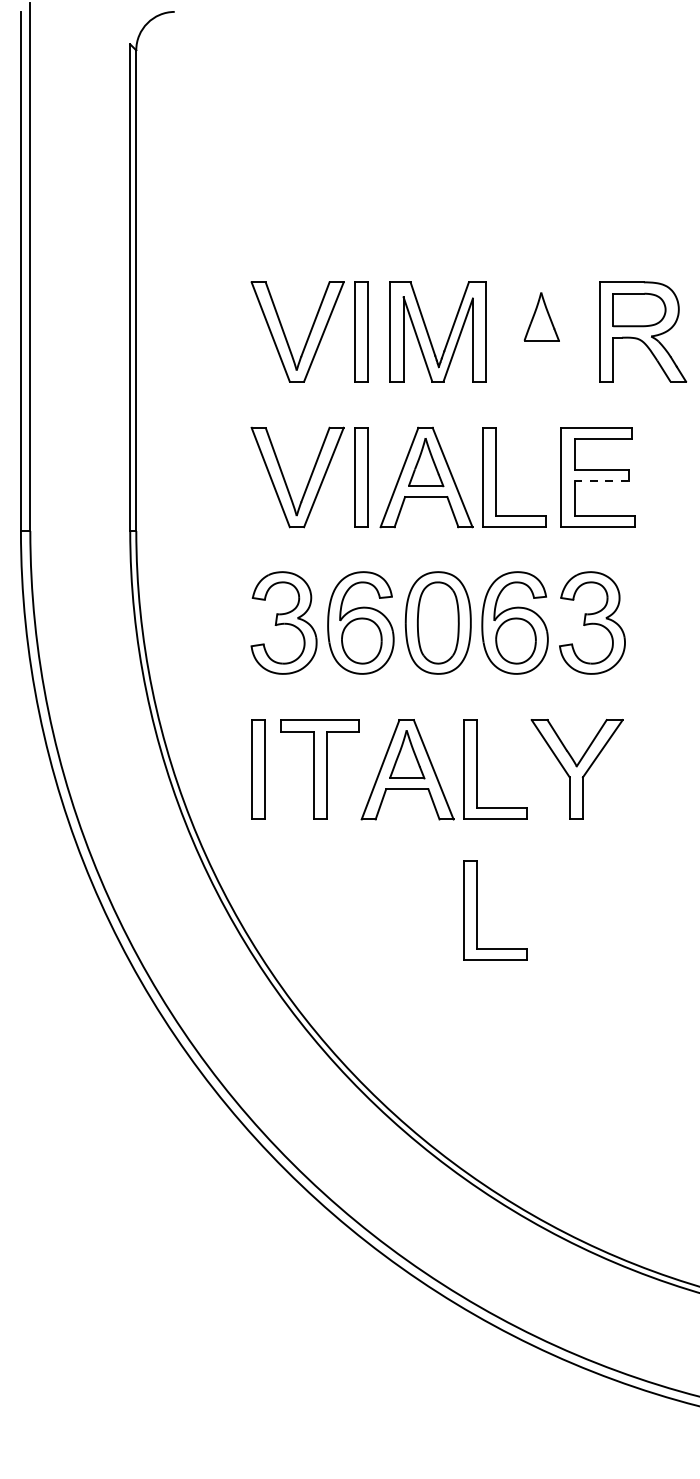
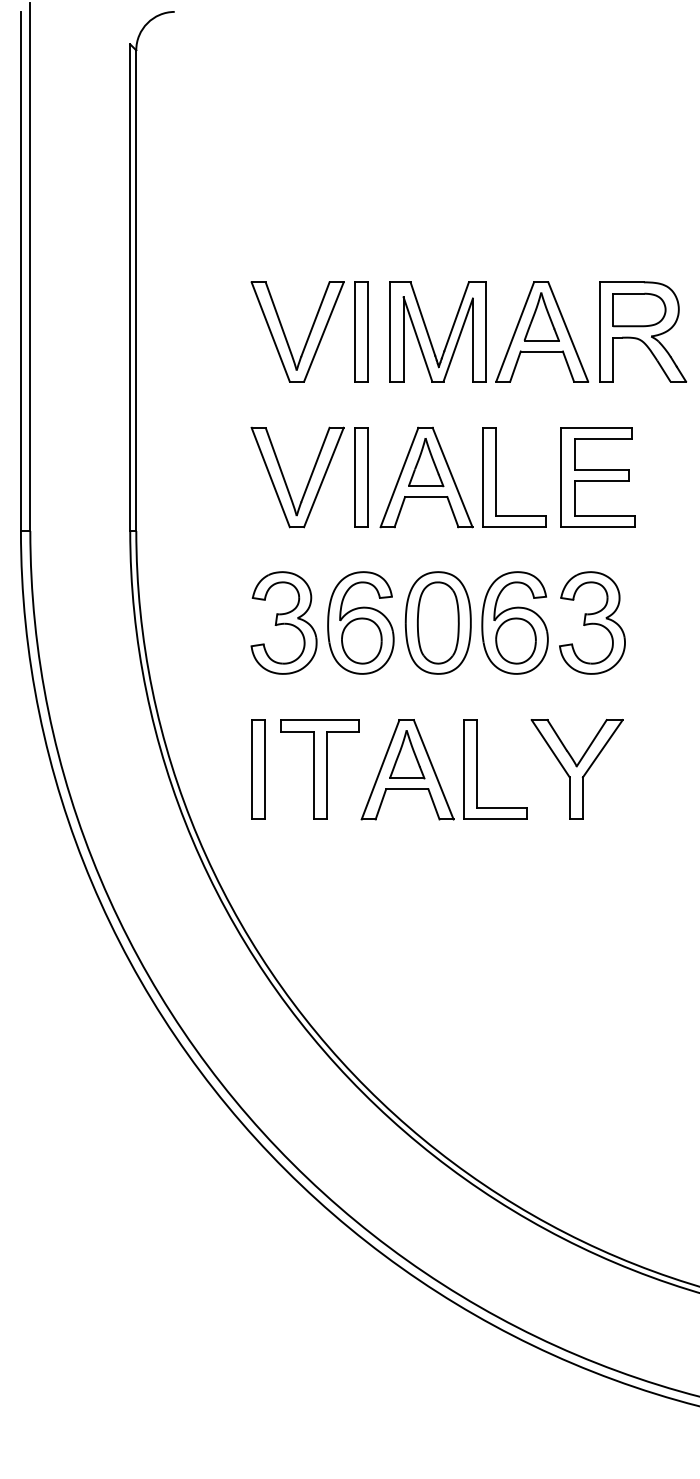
part at (542, 331): none -> present
line at (602, 481): dashed -> solid
part at (477, 910): present -> none
